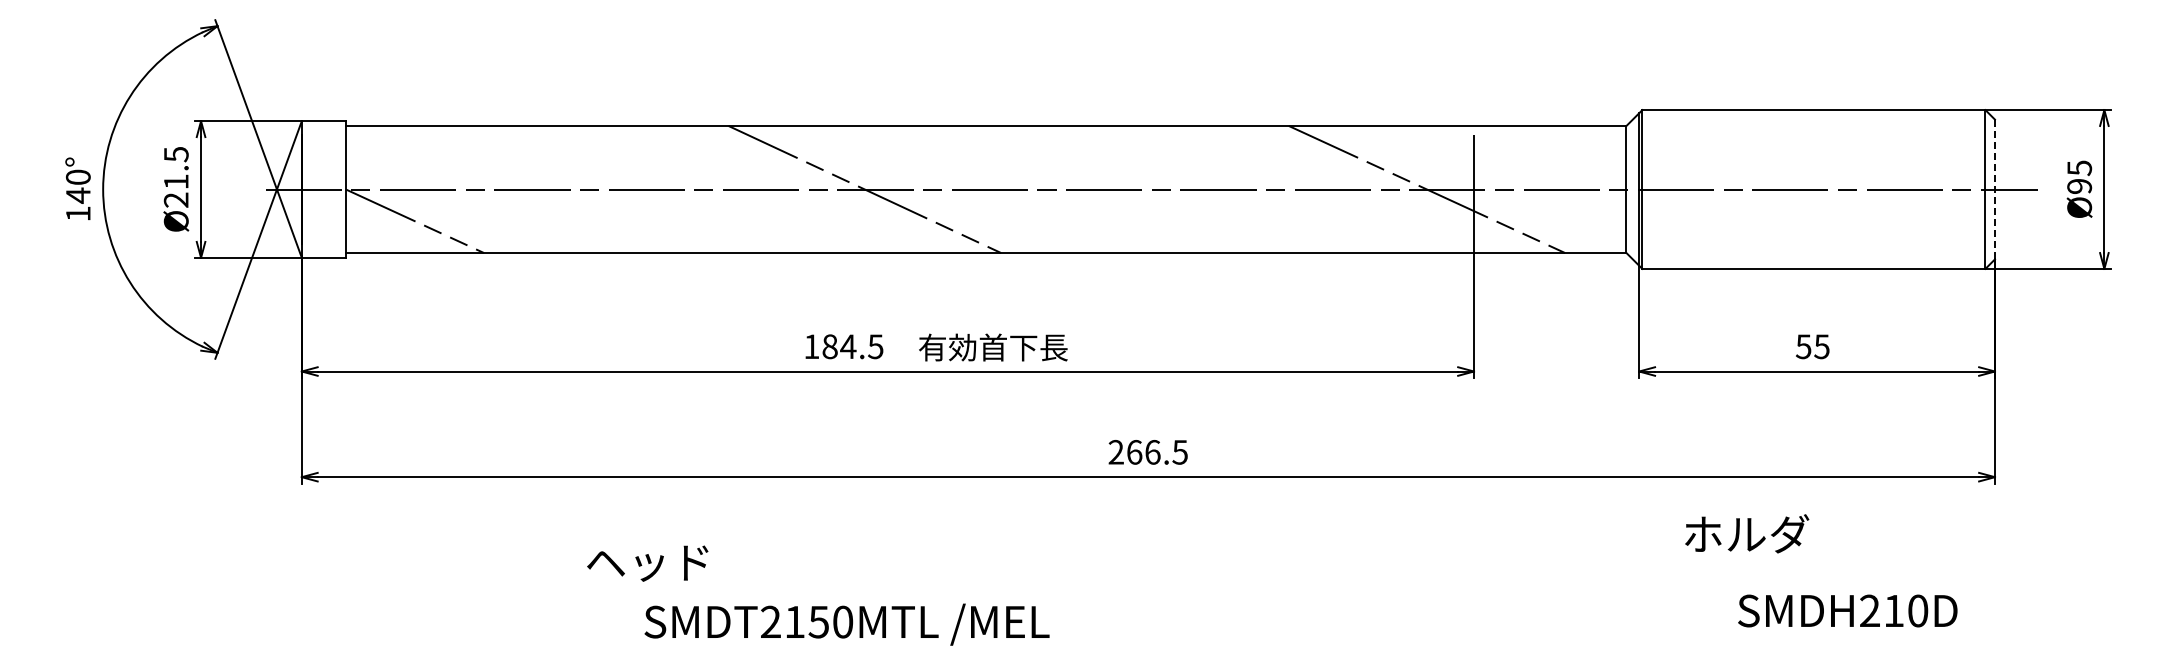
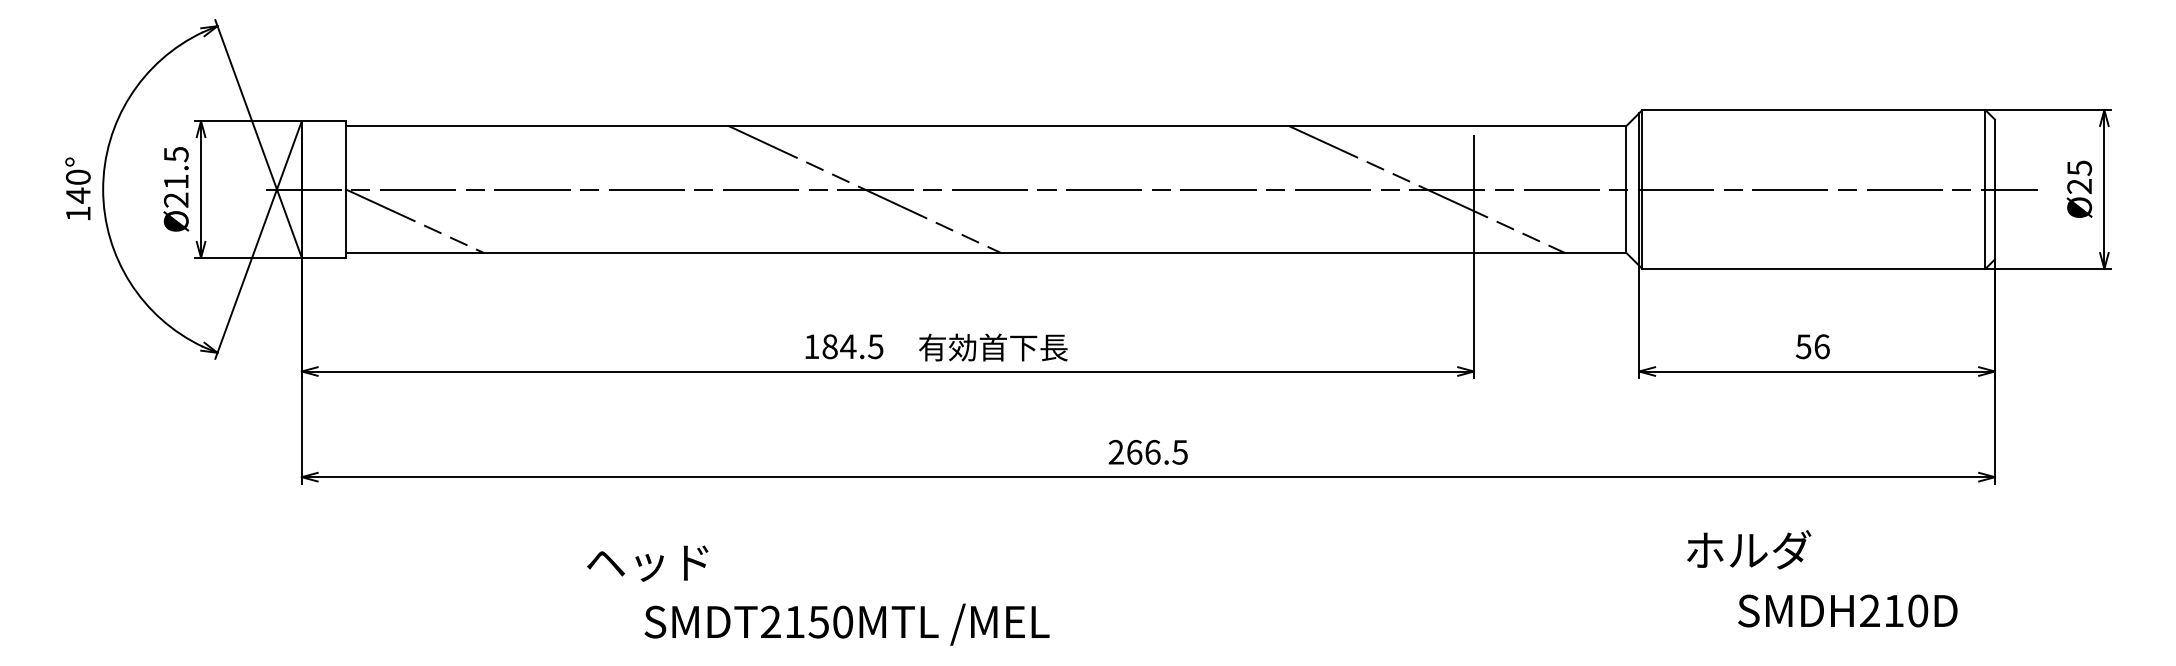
text at (2079, 186): Ø95 -> Ø25
line at (1994, 189): dashed -> solid
text at (1821, 346): 55 -> 56
text at (1747, 533) position: (1747, 533) -> (1749, 549)
